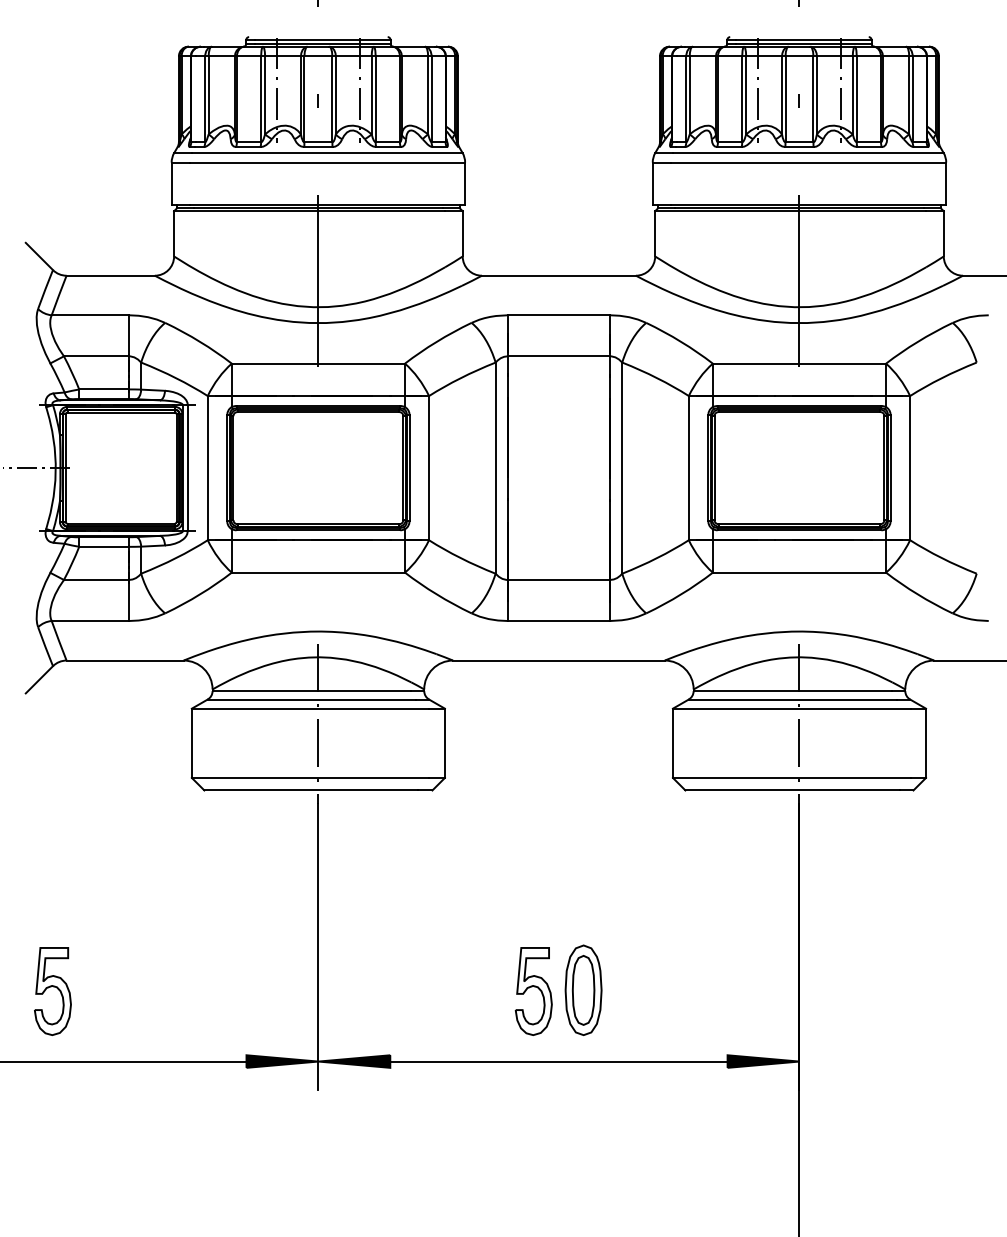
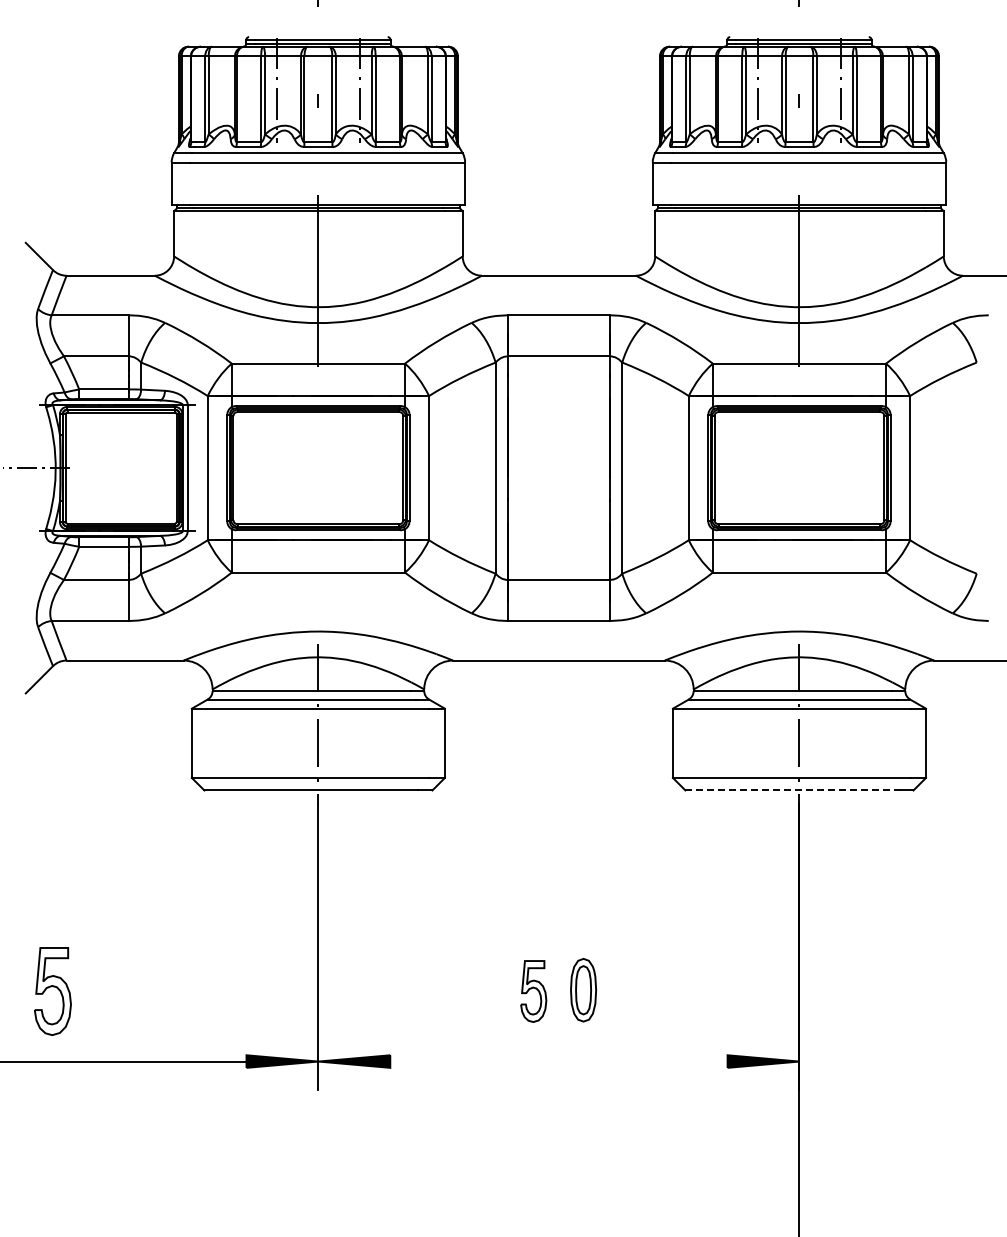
line at (793, 790): solid -> dashed
part at (583, 989) size: 39x92 px -> 28x65 px
part at (533, 991) size: 39x89 px -> 28x63 px
line at (558, 1061): present -> none
